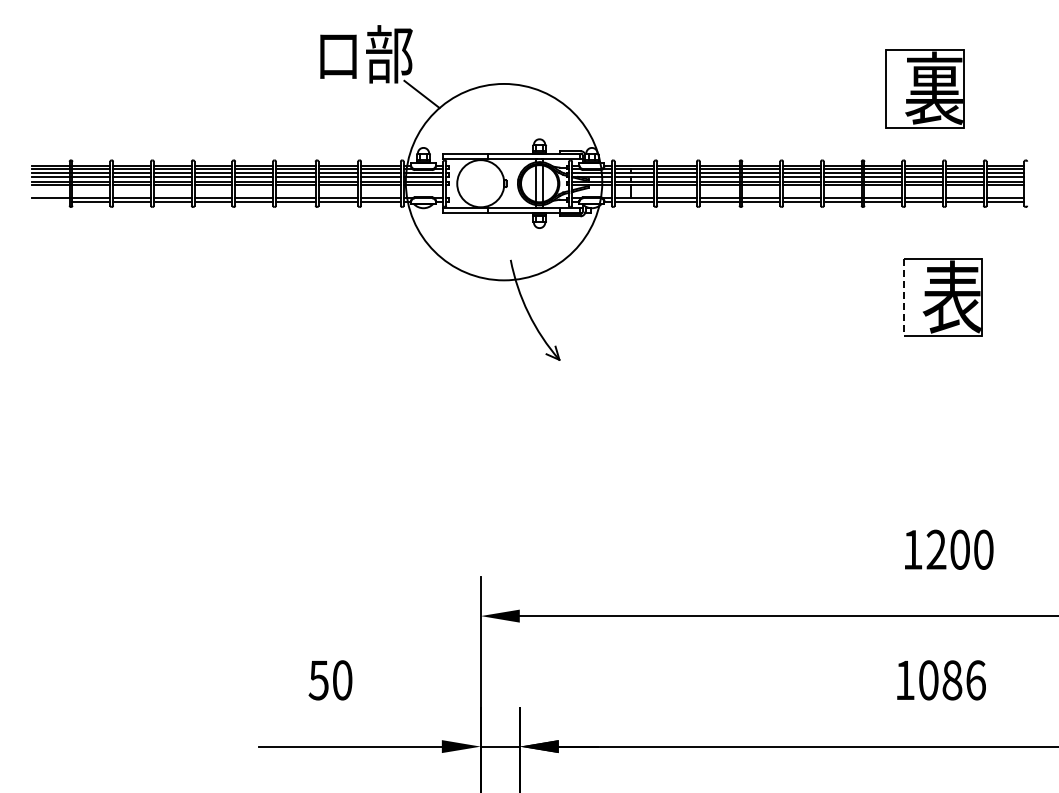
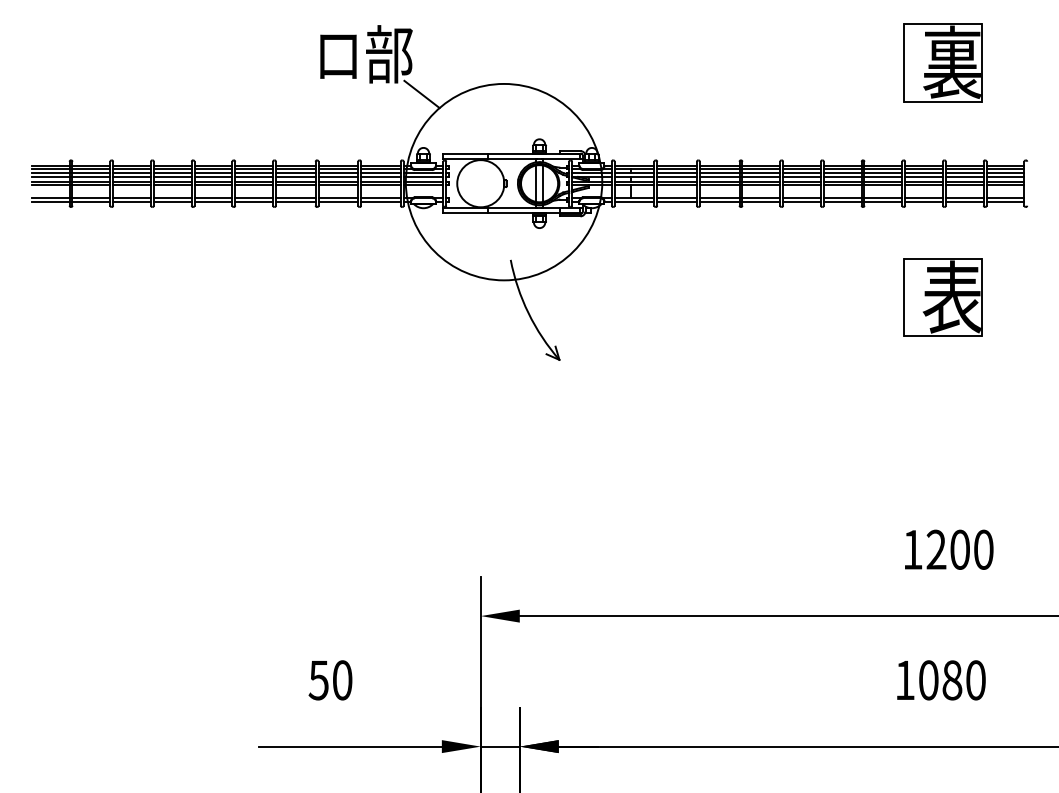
part at (924, 88) position: (924, 88) -> (942, 62)
line at (50, 201): none -> present
line at (904, 297): dashed -> solid
text at (975, 680): 1086 -> 1080
